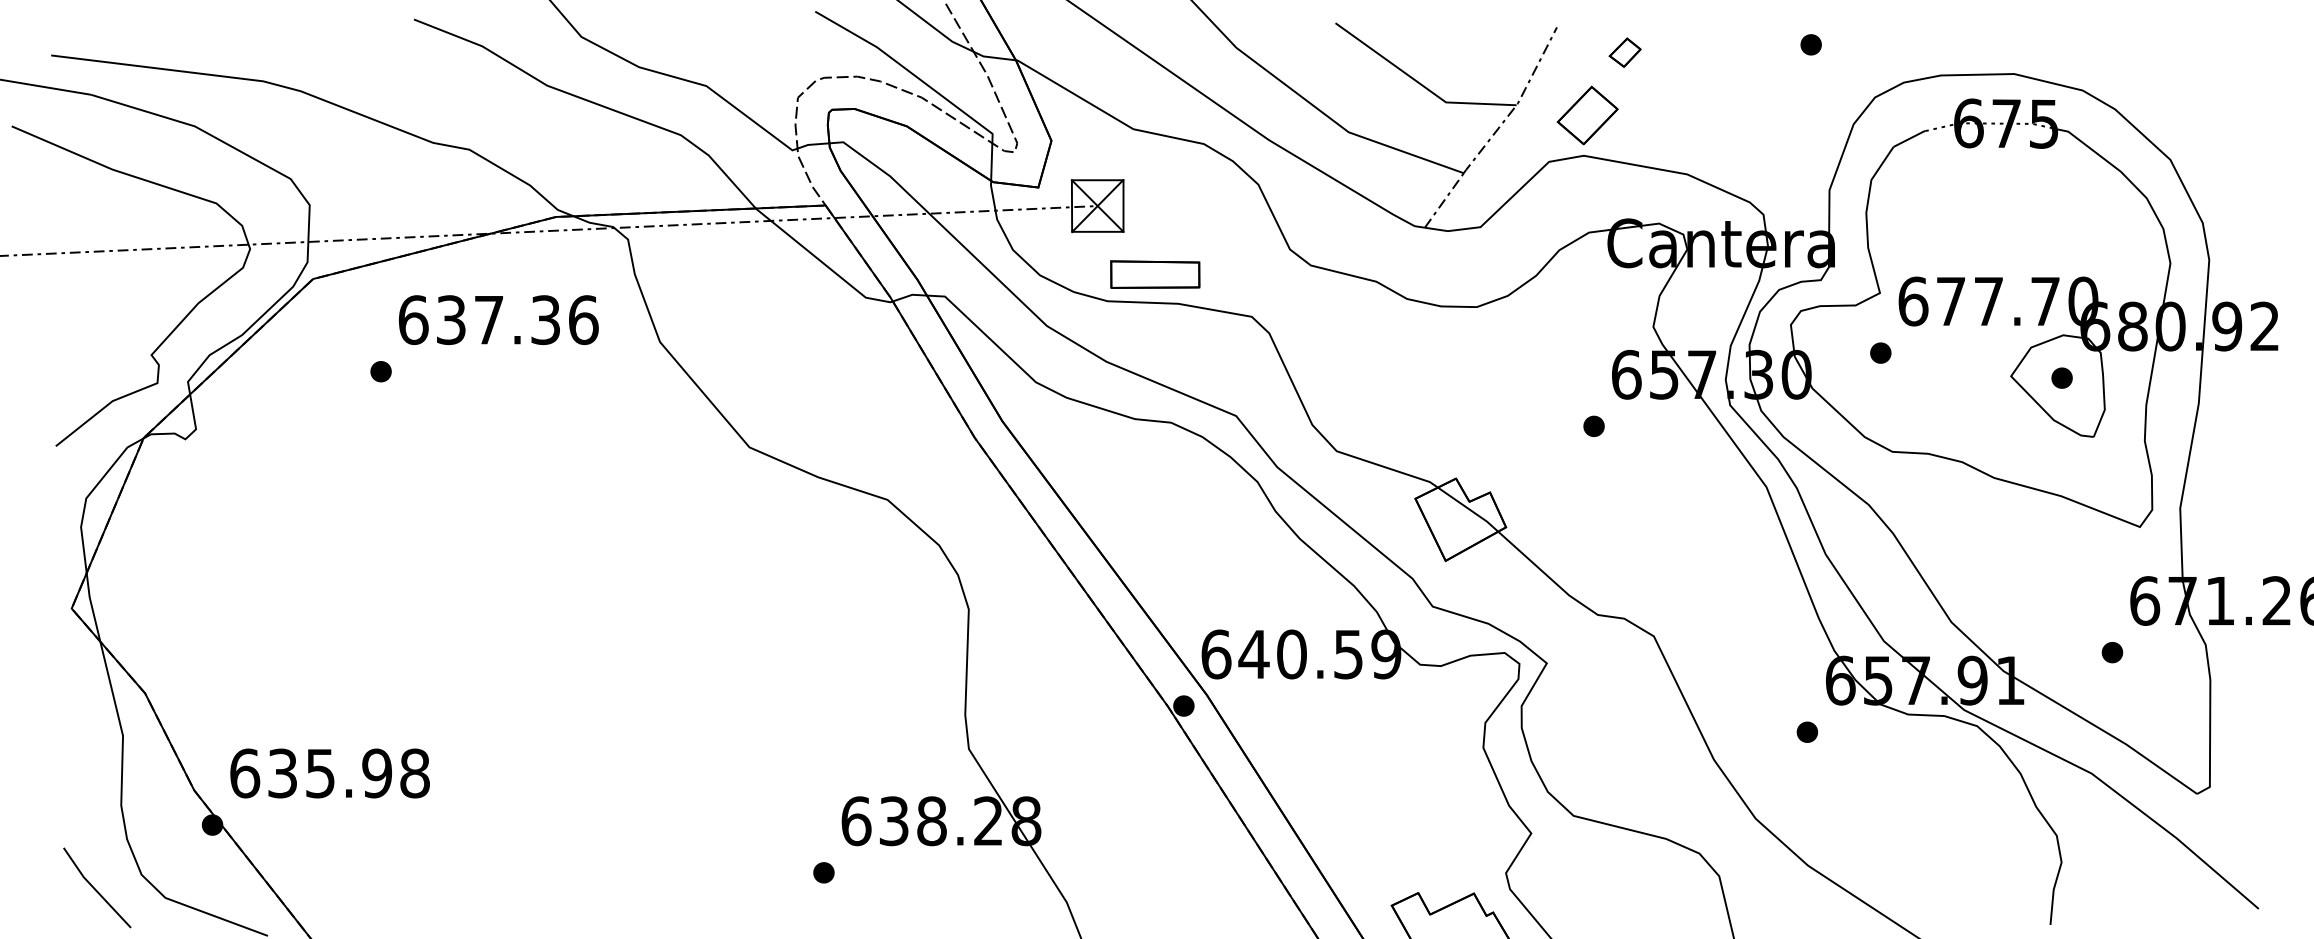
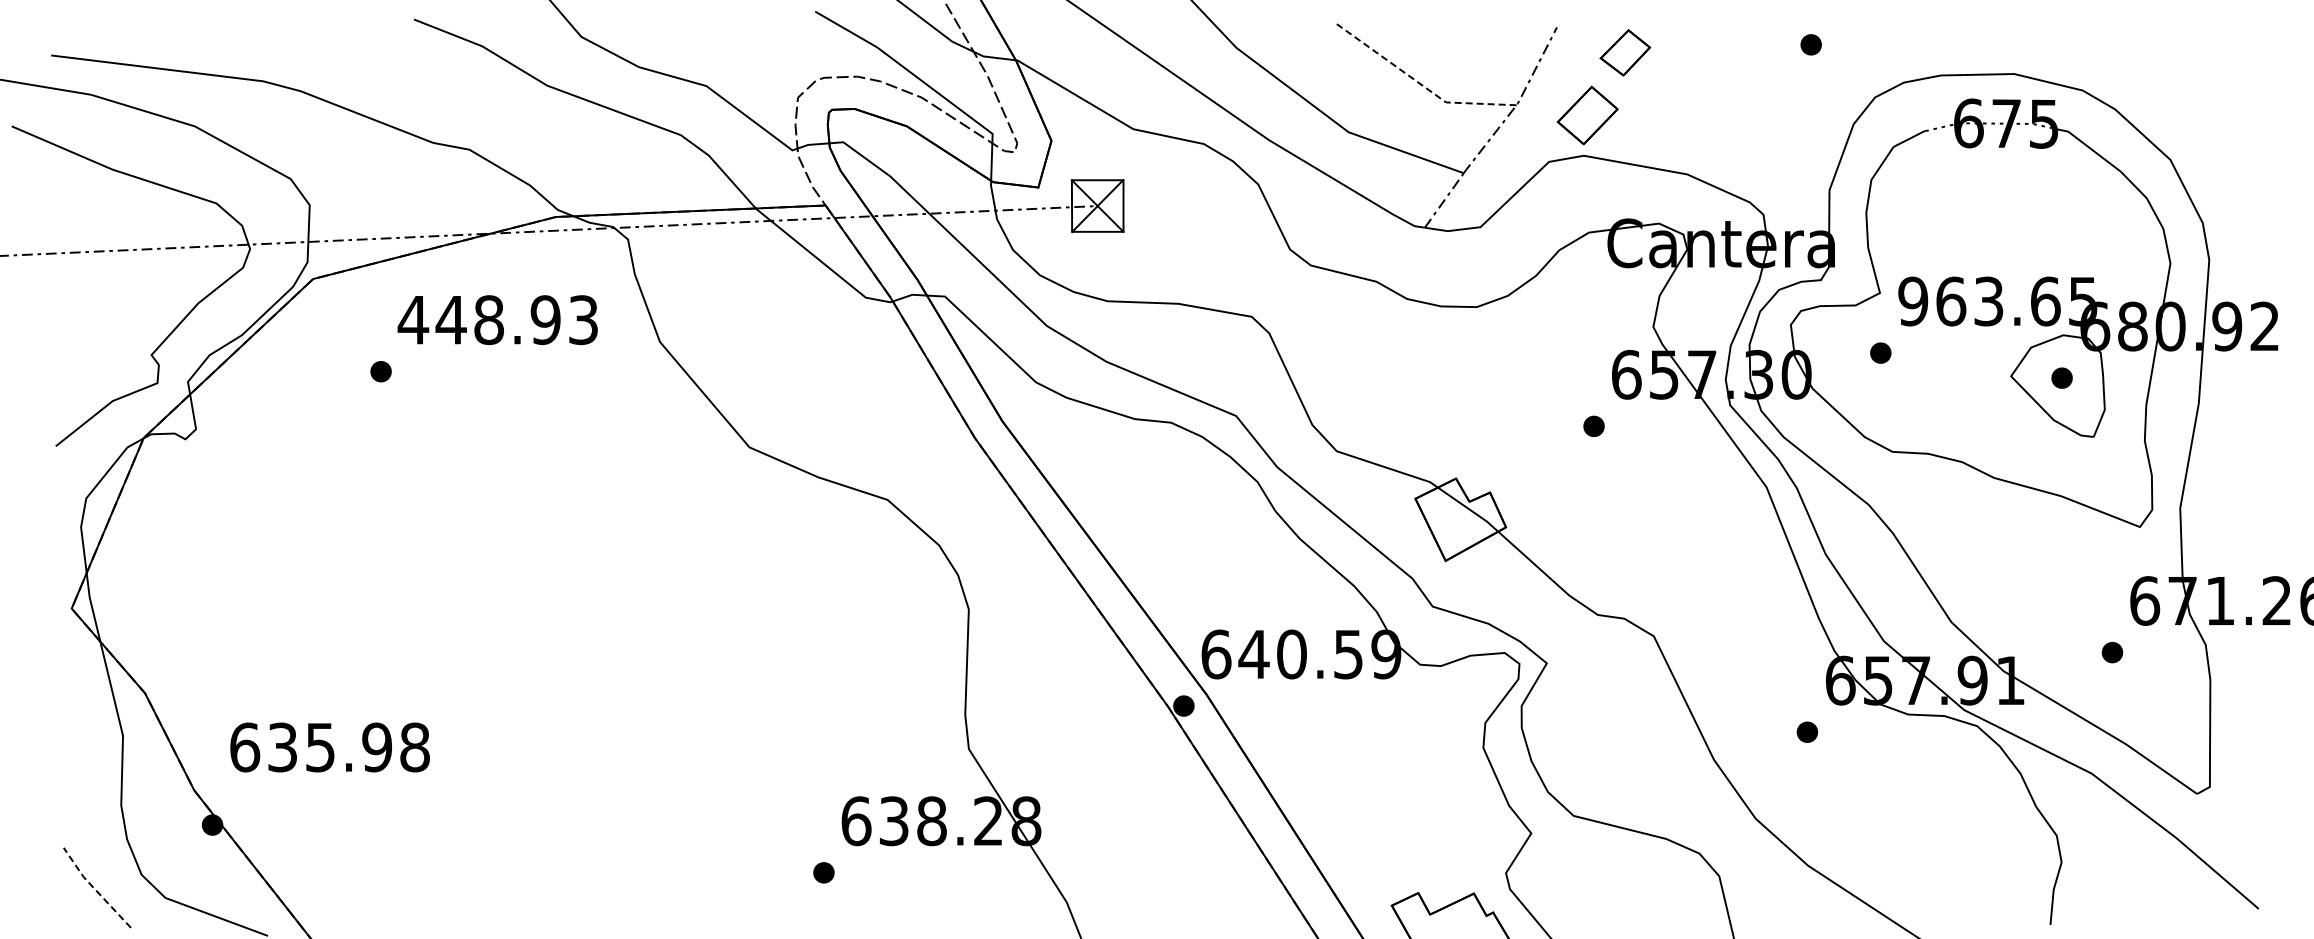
part at (1624, 52) size: 34x31 px -> 53x48 px
line at (1419, 83): solid -> dashed
part at (1155, 274): present -> none
text at (1998, 301): 677.70 -> 963.65
text at (497, 320): 637.36 -> 448.93
text at (329, 773) position: (329, 773) -> (329, 747)
line at (94, 888): solid -> dashed
